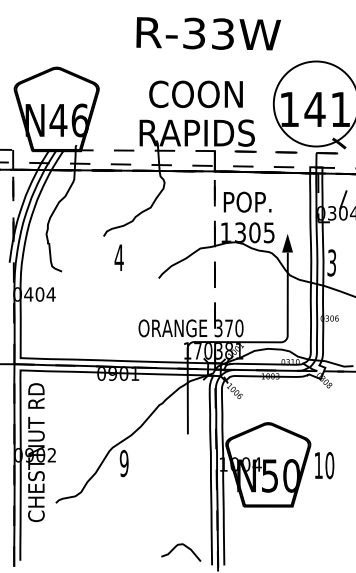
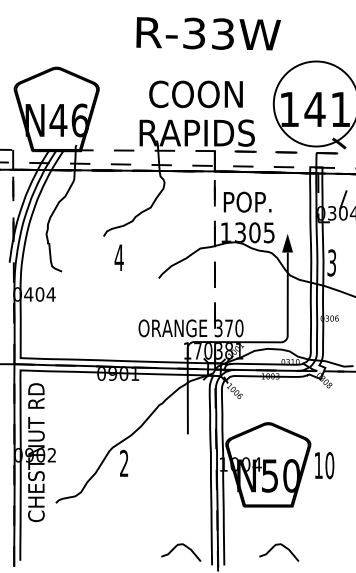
text at (123, 463): 9 -> 2
curve at (283, 547): none -> present
